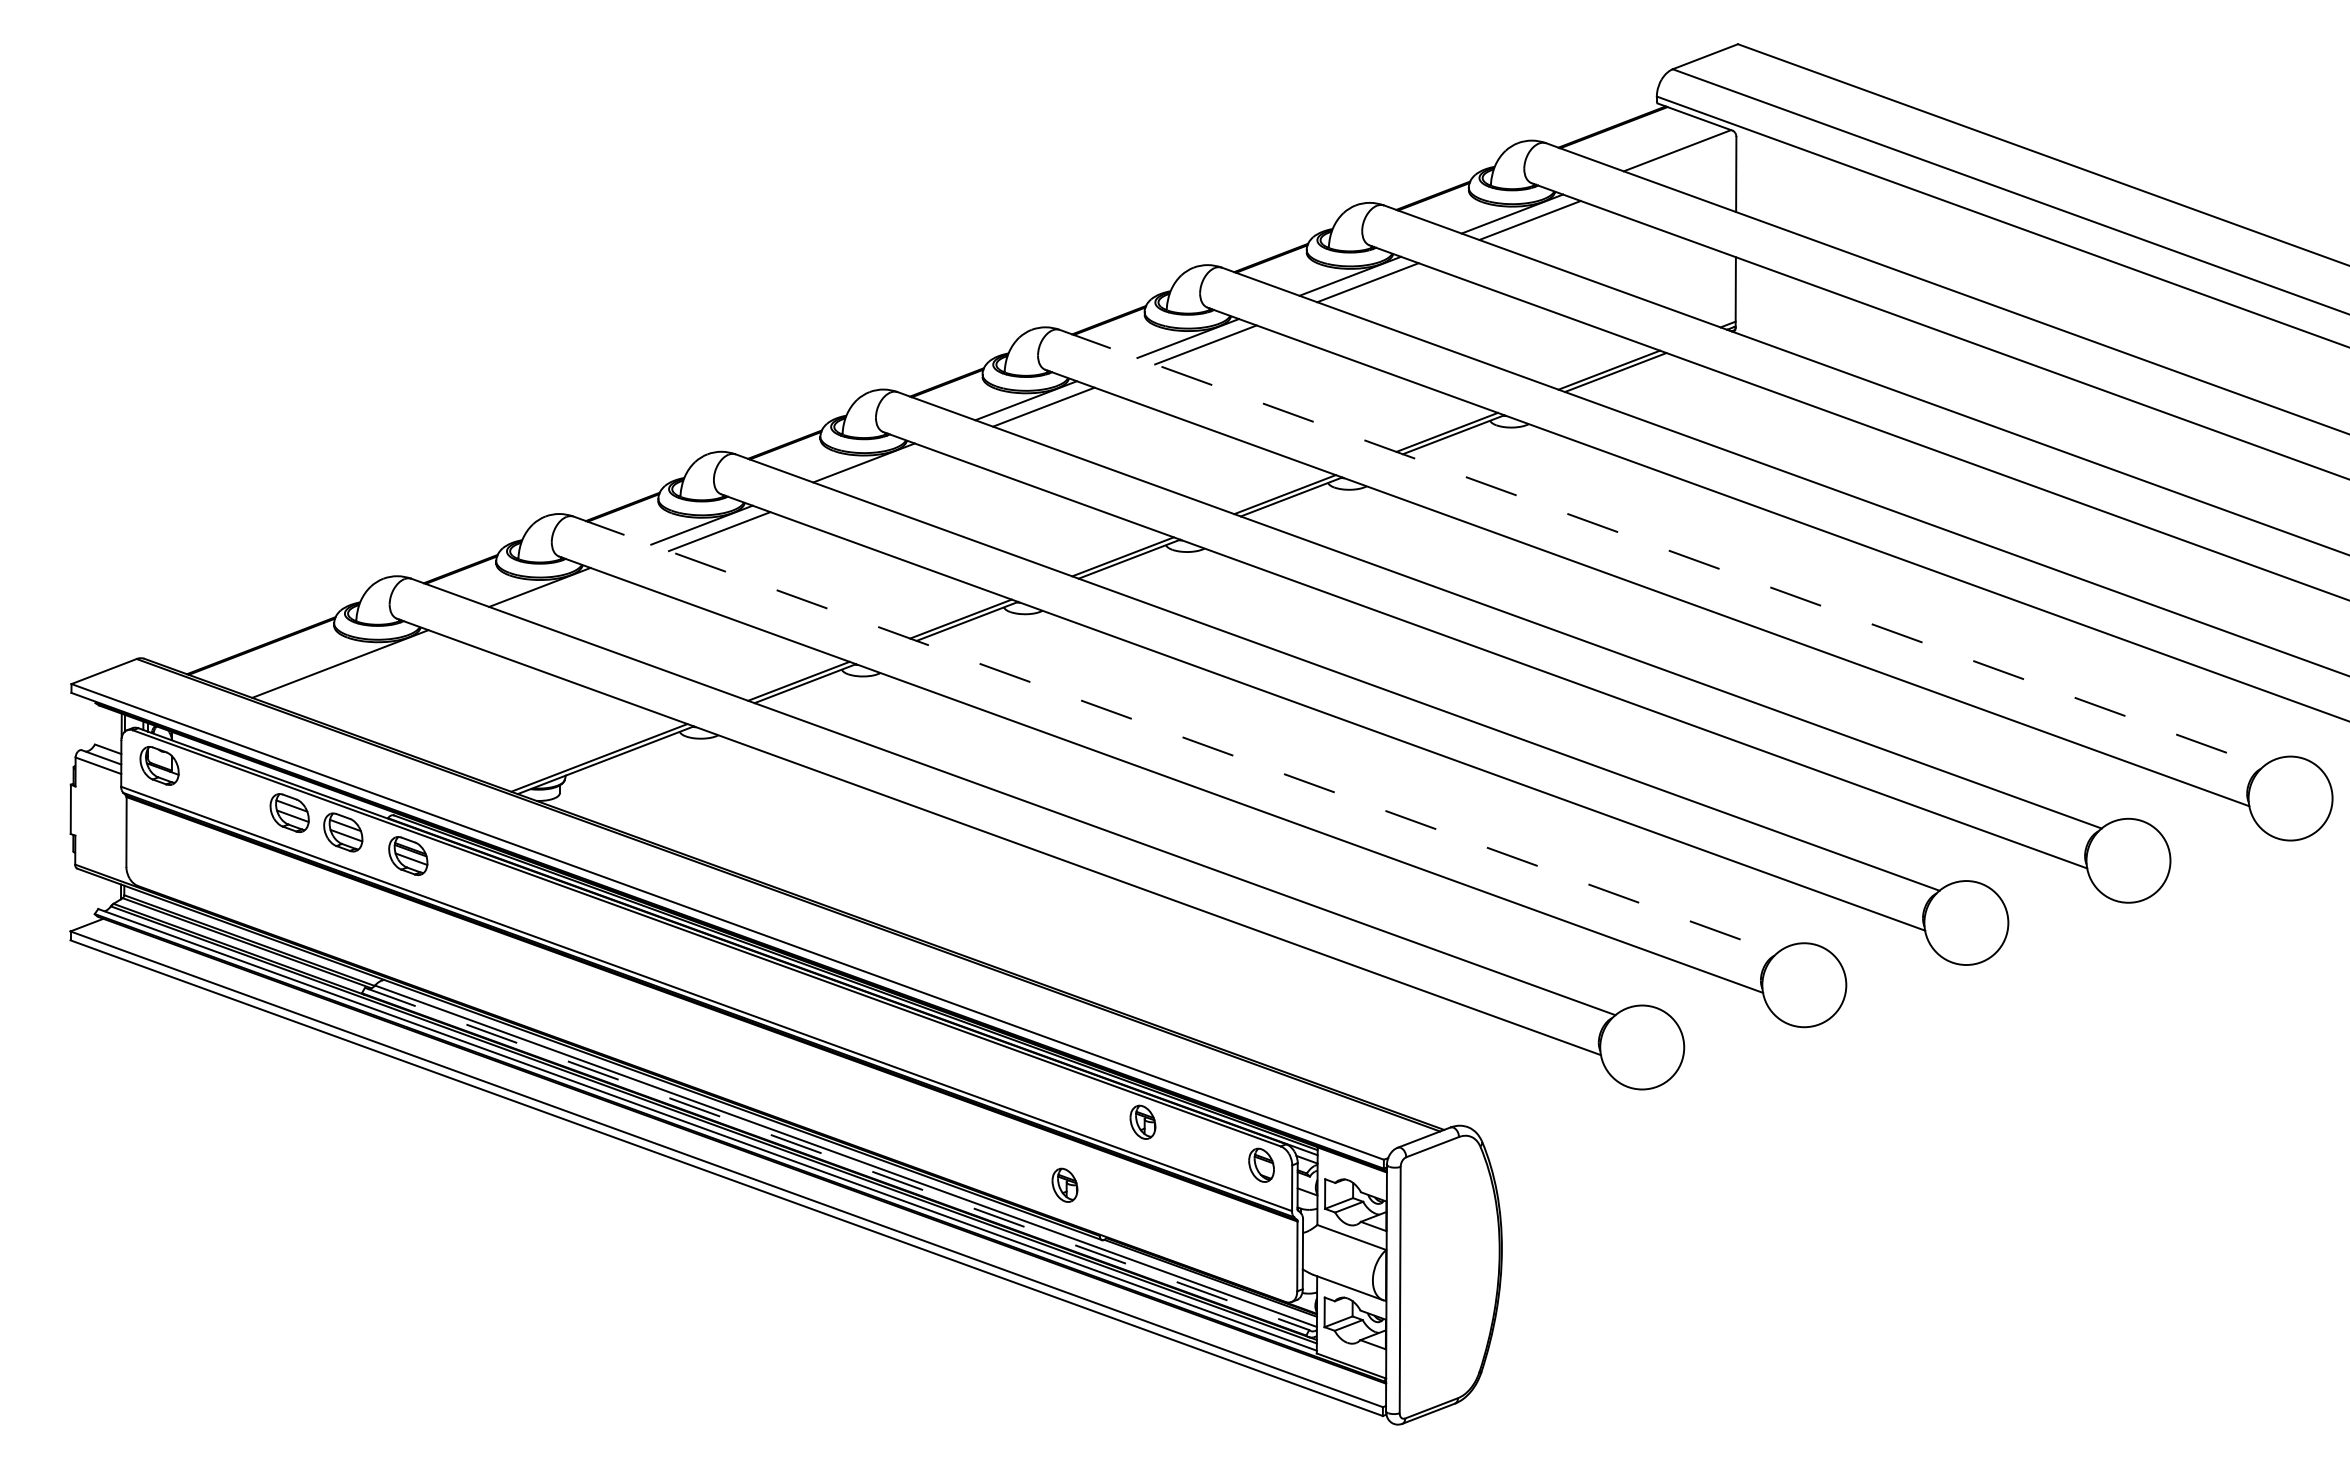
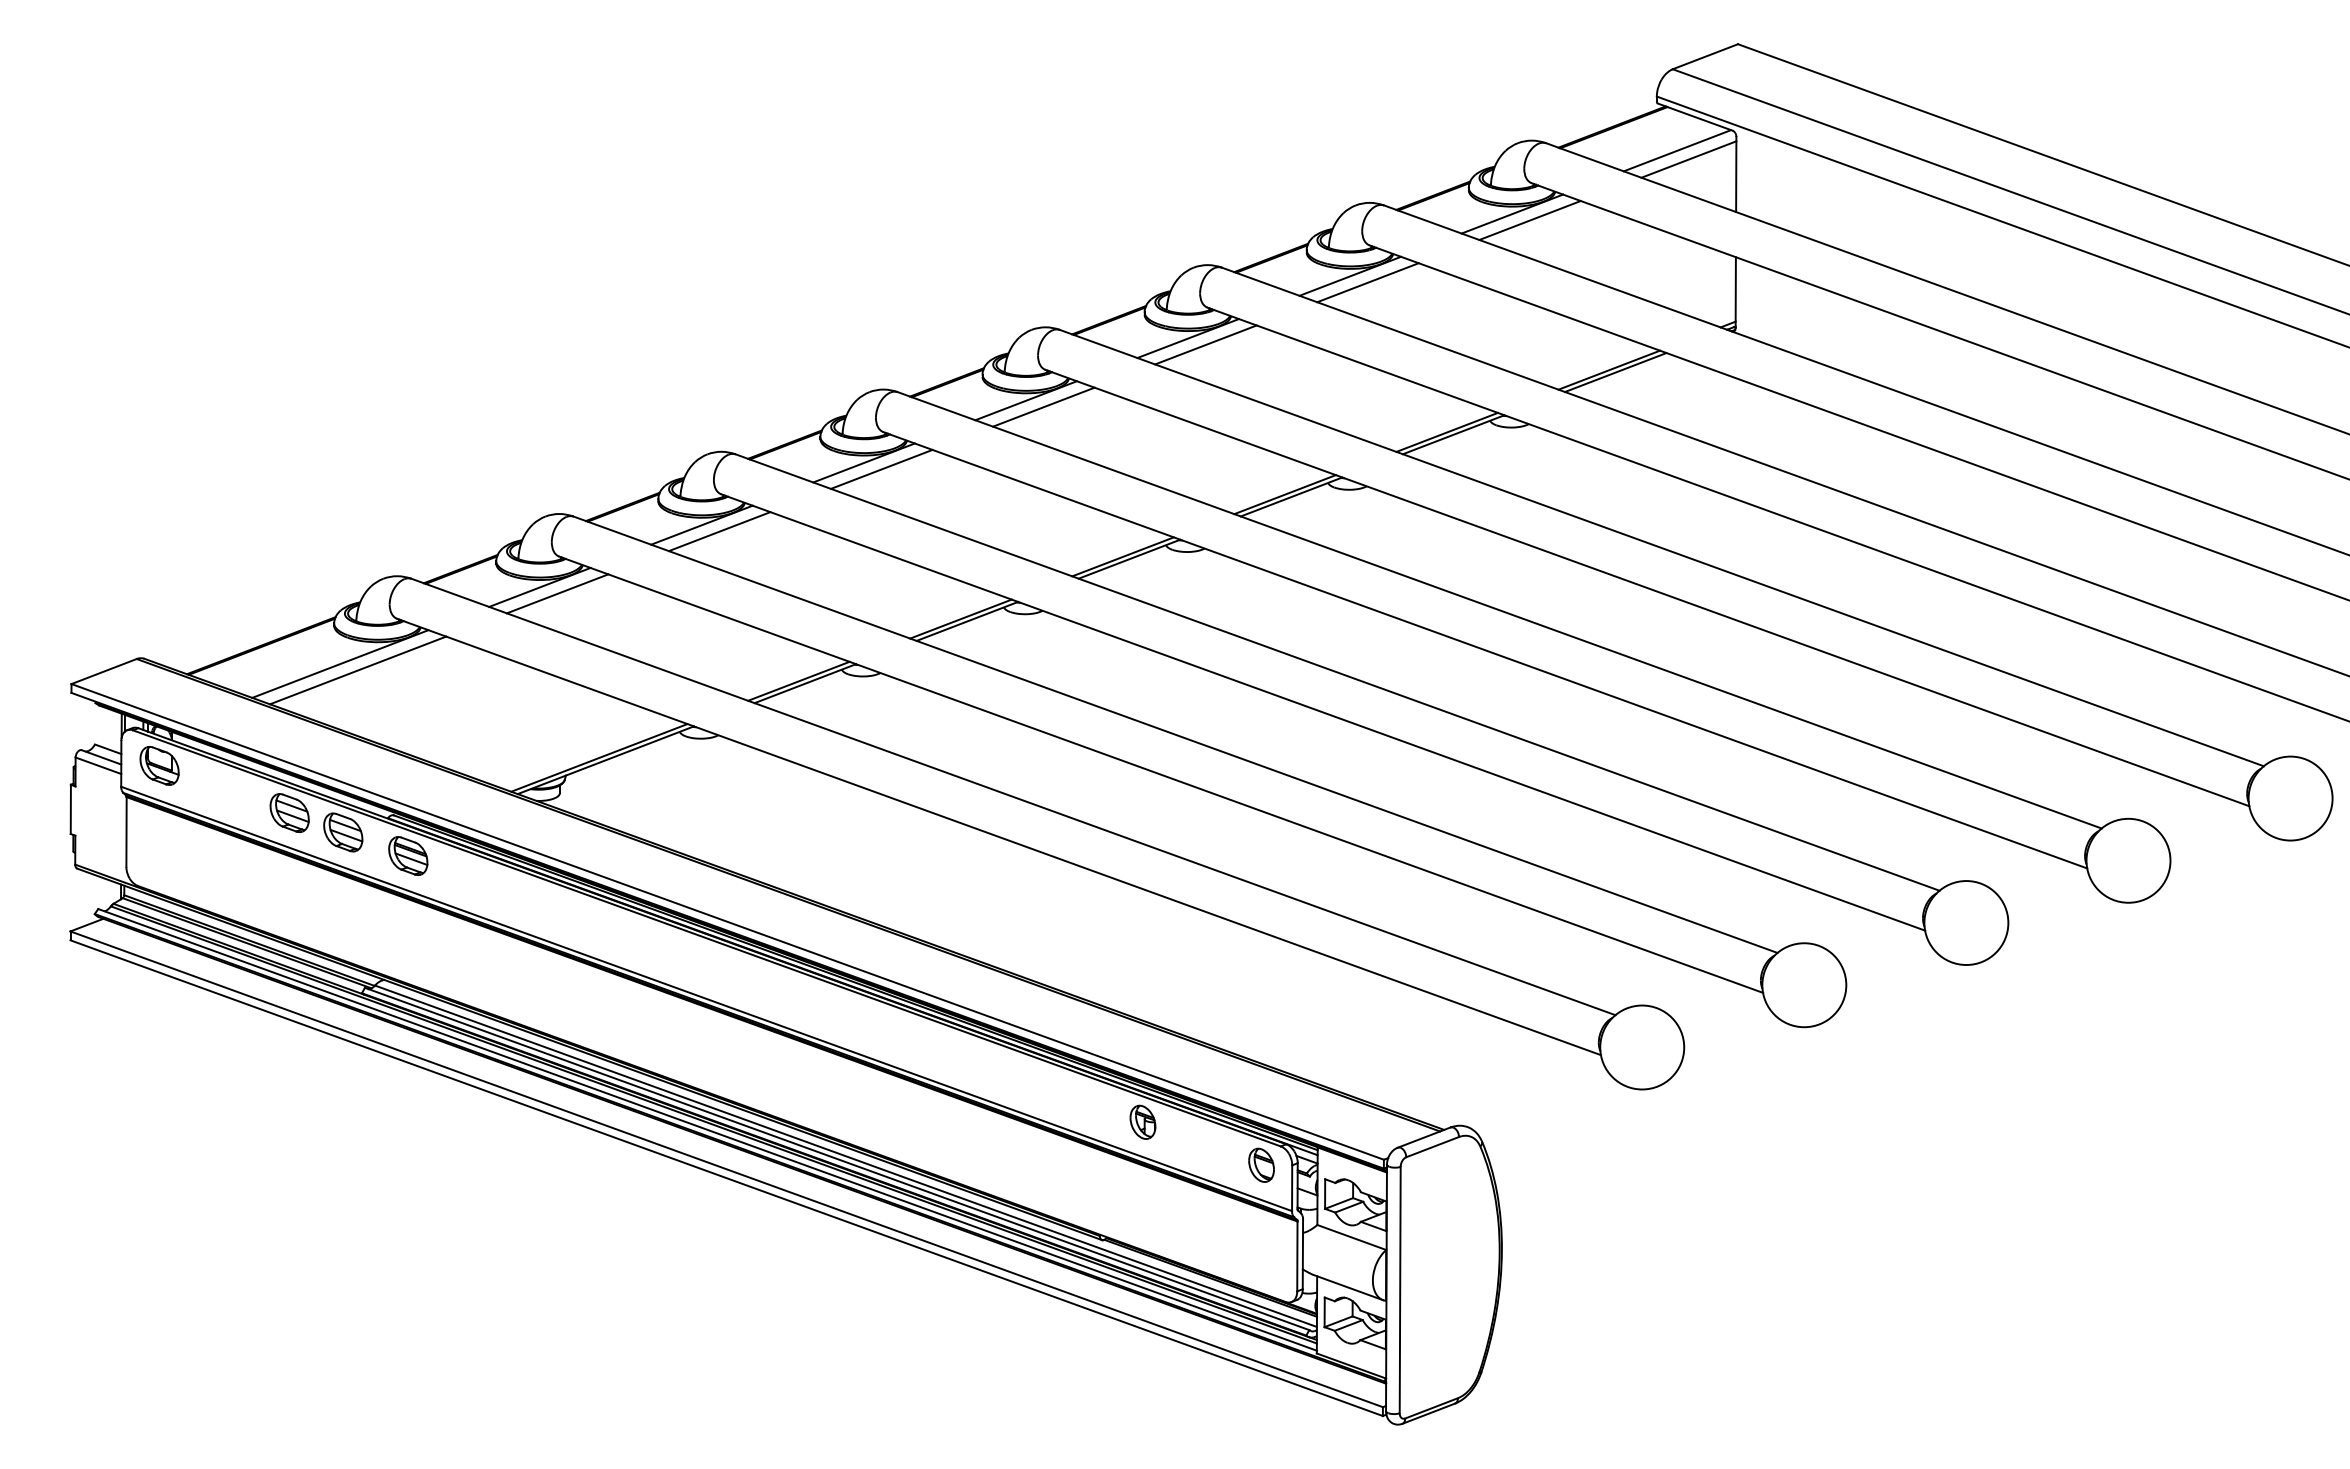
line at (1688, 159): none -> present
line at (881, 468): none -> present
line at (1662, 548): dashed -> solid
line at (557, 593): none -> present
line at (358, 670): none -> present
line at (1176, 734): dashed -> solid
line at (837, 1159): dashed -> solid
part at (1064, 1184): present -> none
